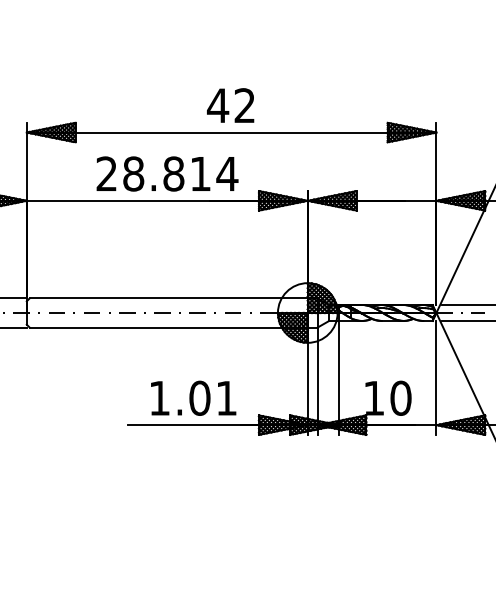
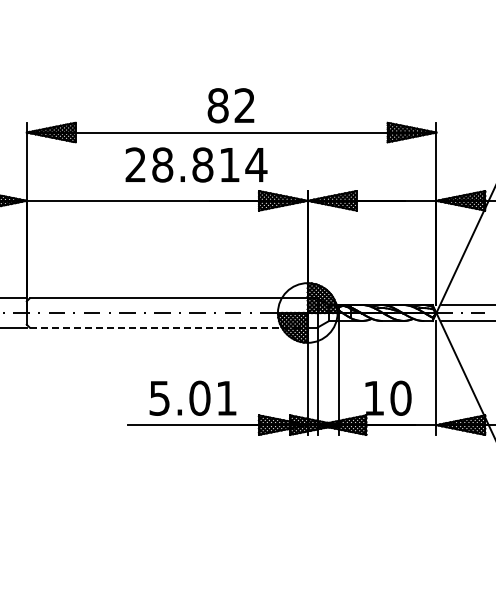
text at (217, 105): 42 -> 82
text at (167, 173) position: (167, 173) -> (196, 164)
line at (169, 327): solid -> dashed
text at (159, 398): 1.01 -> 5.01
